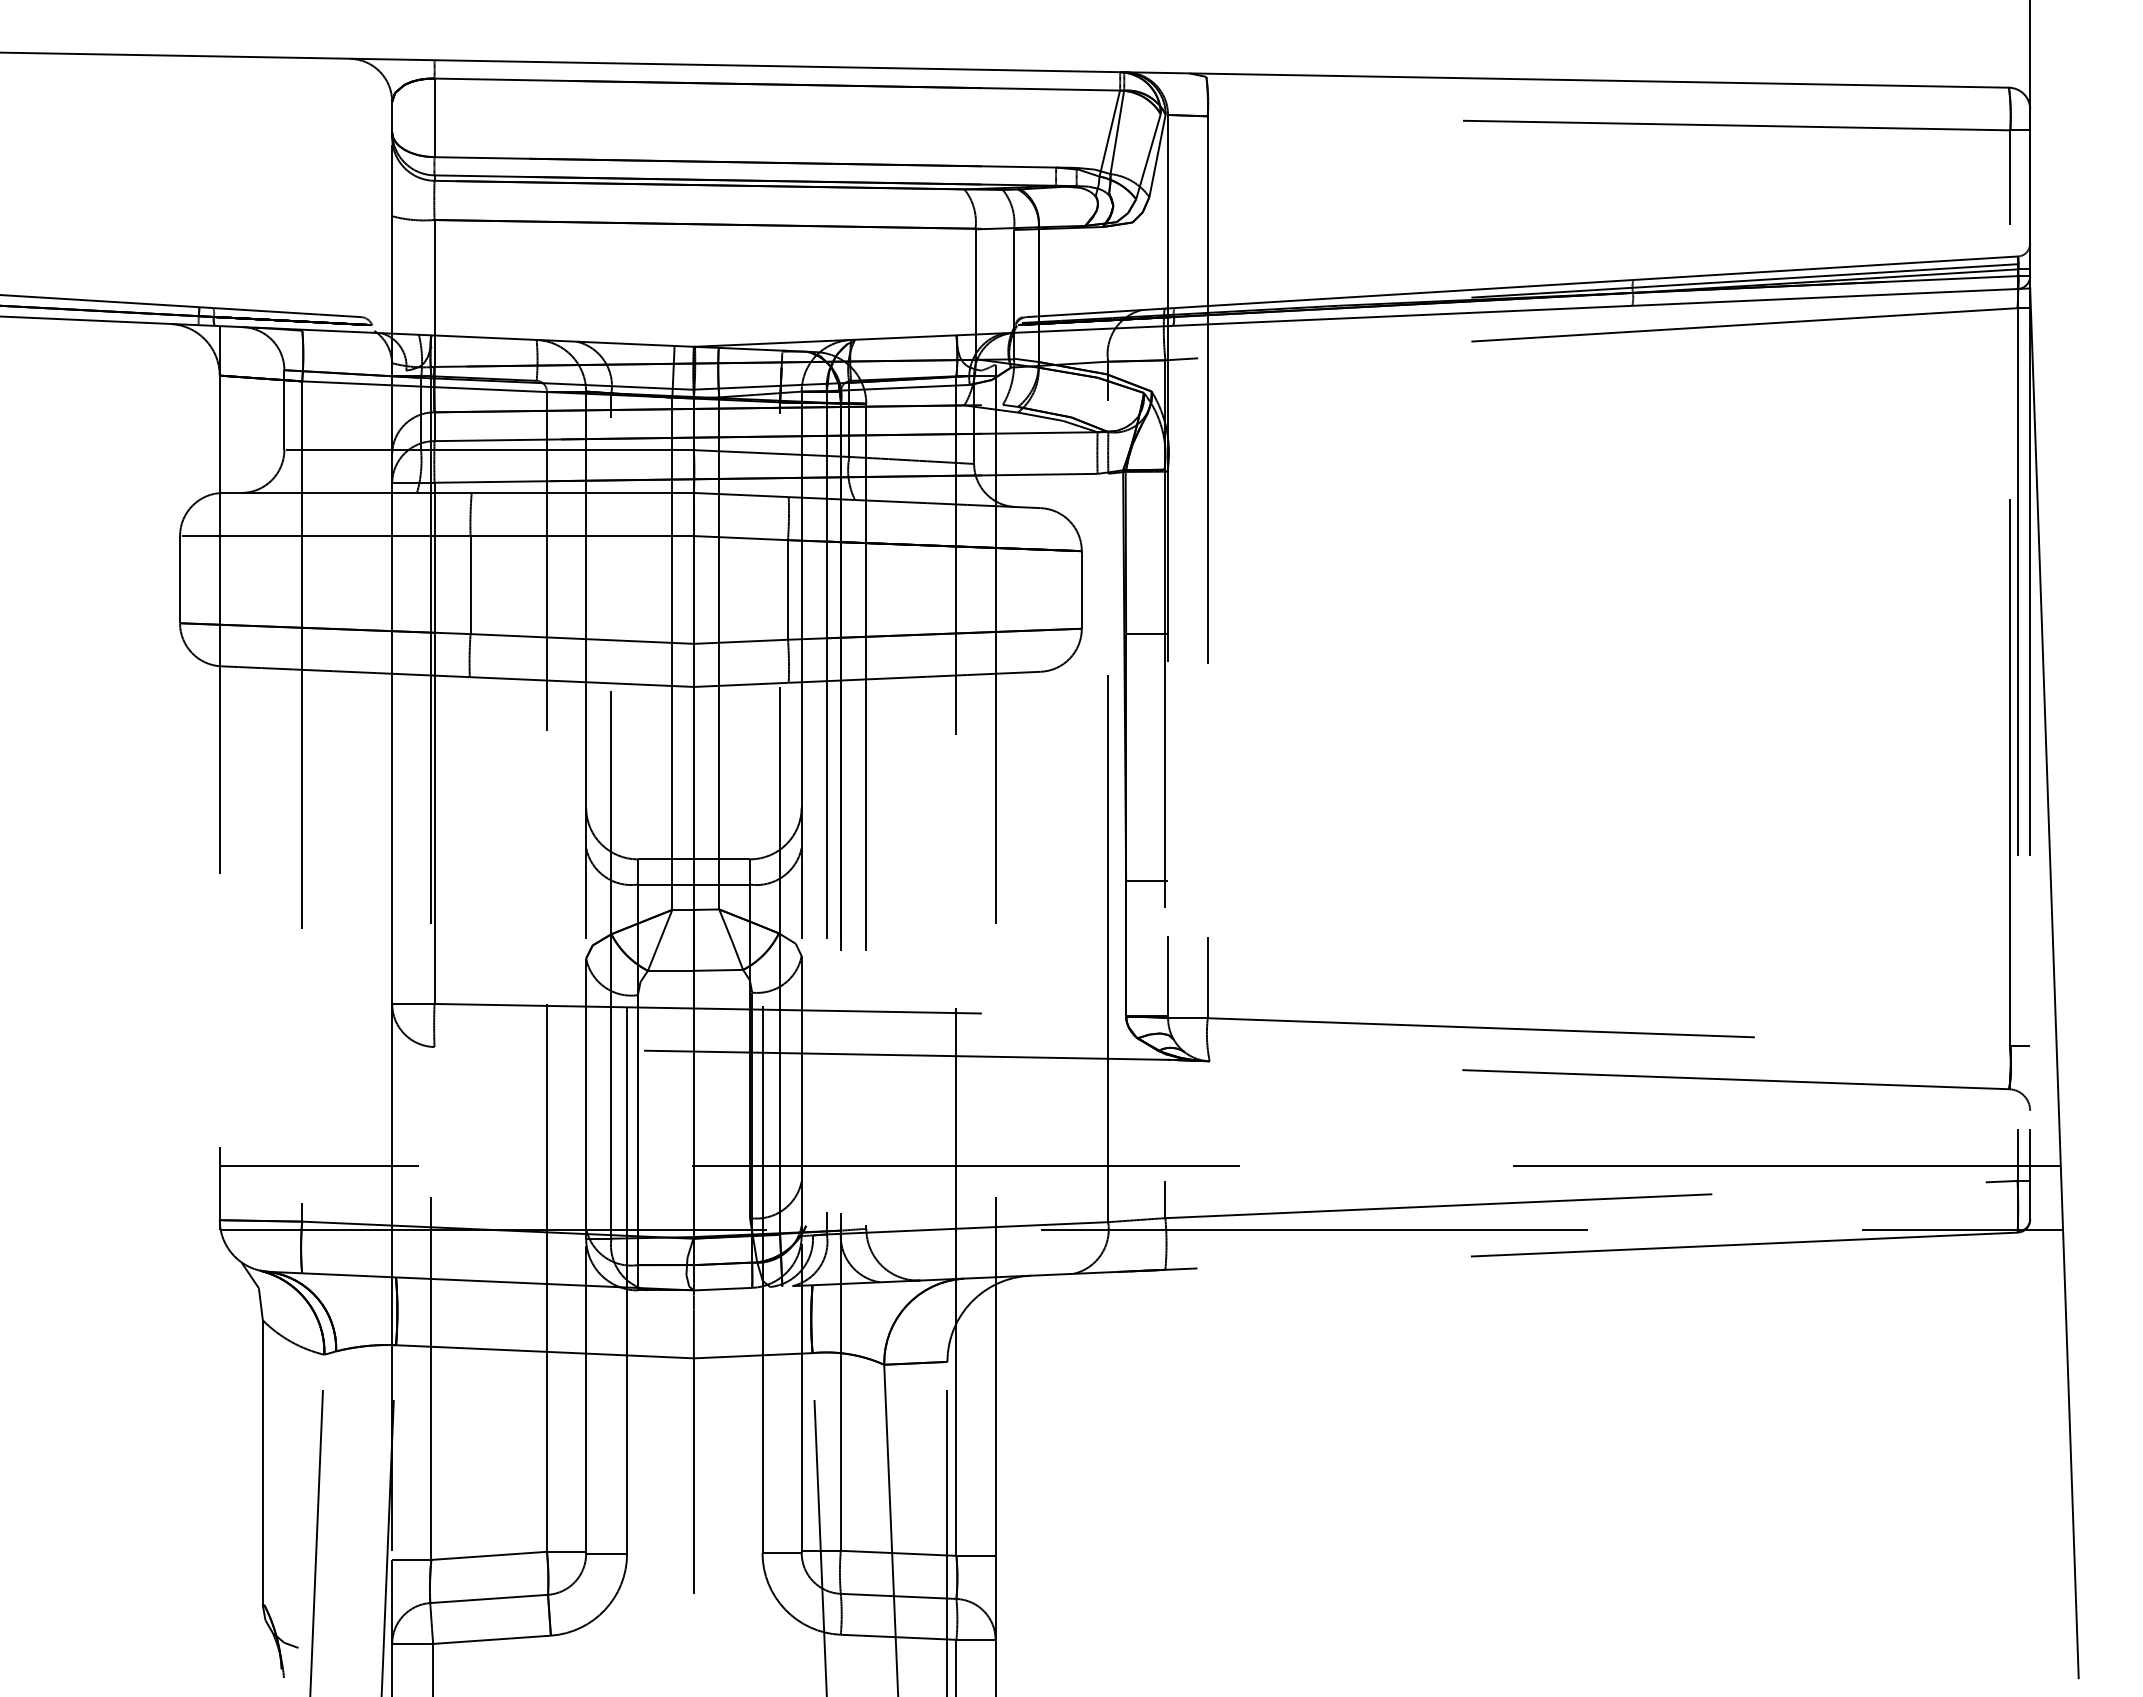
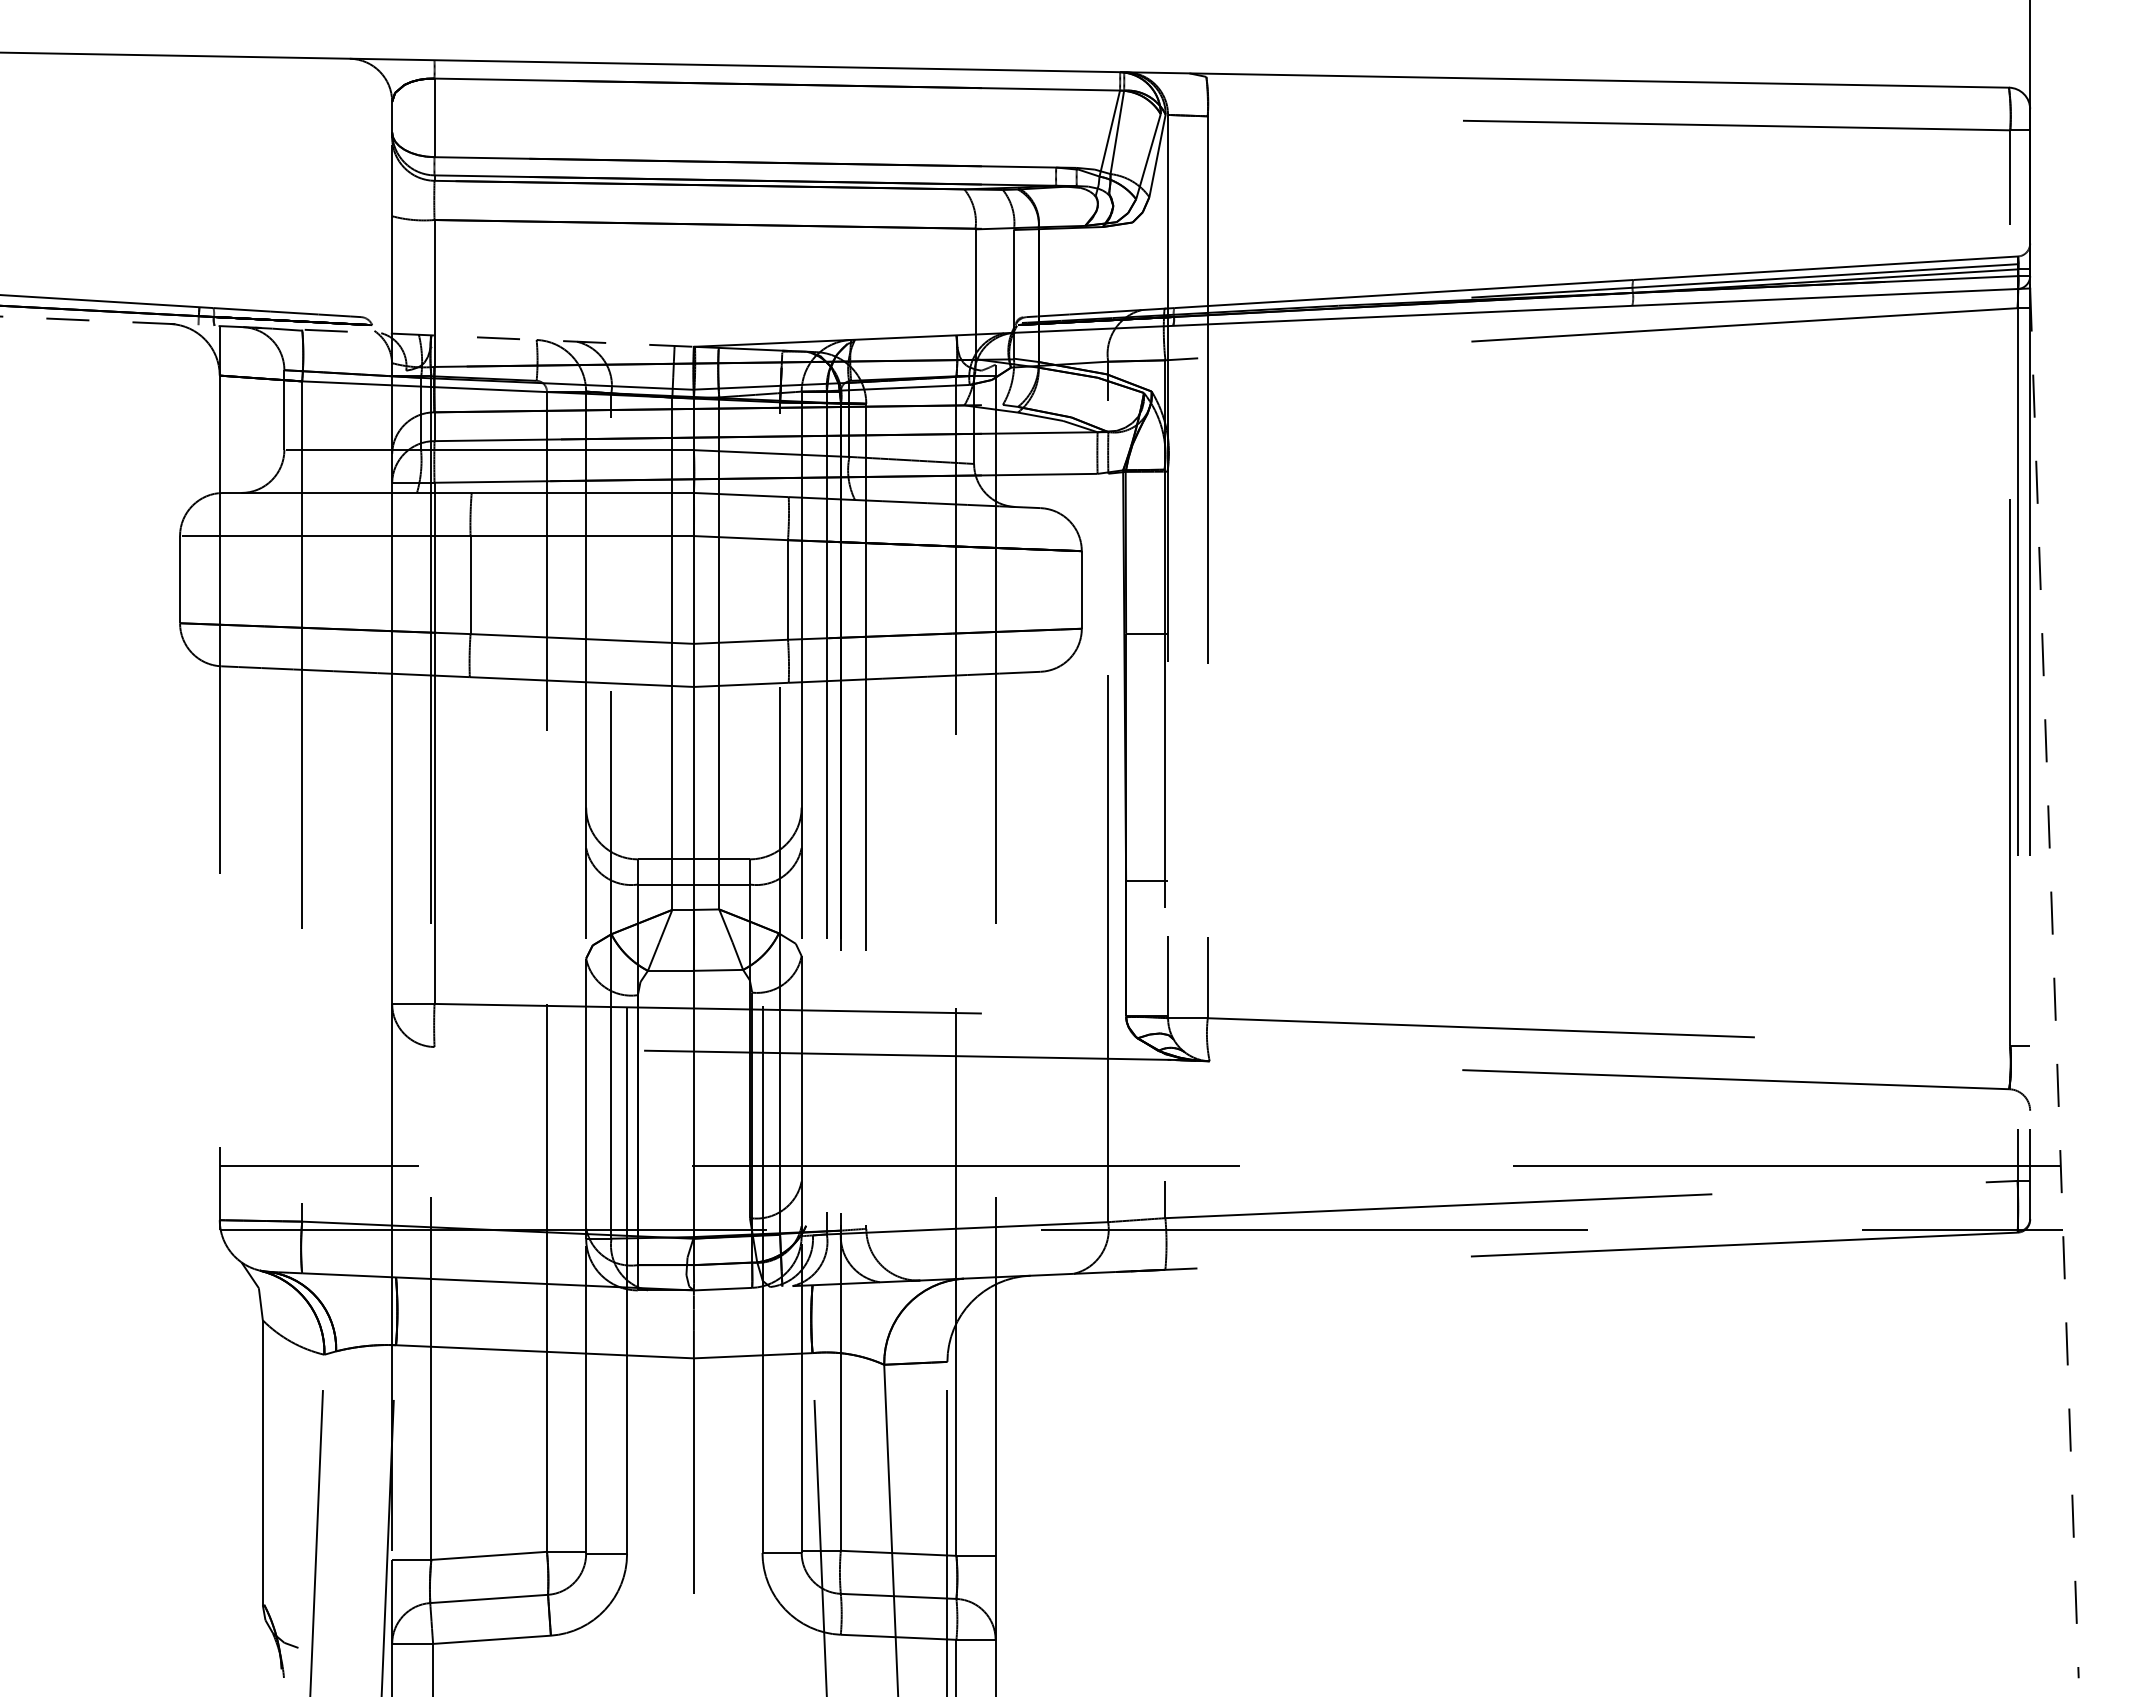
line at (347, 331): solid -> dashed
line at (2054, 983): solid -> dashed
